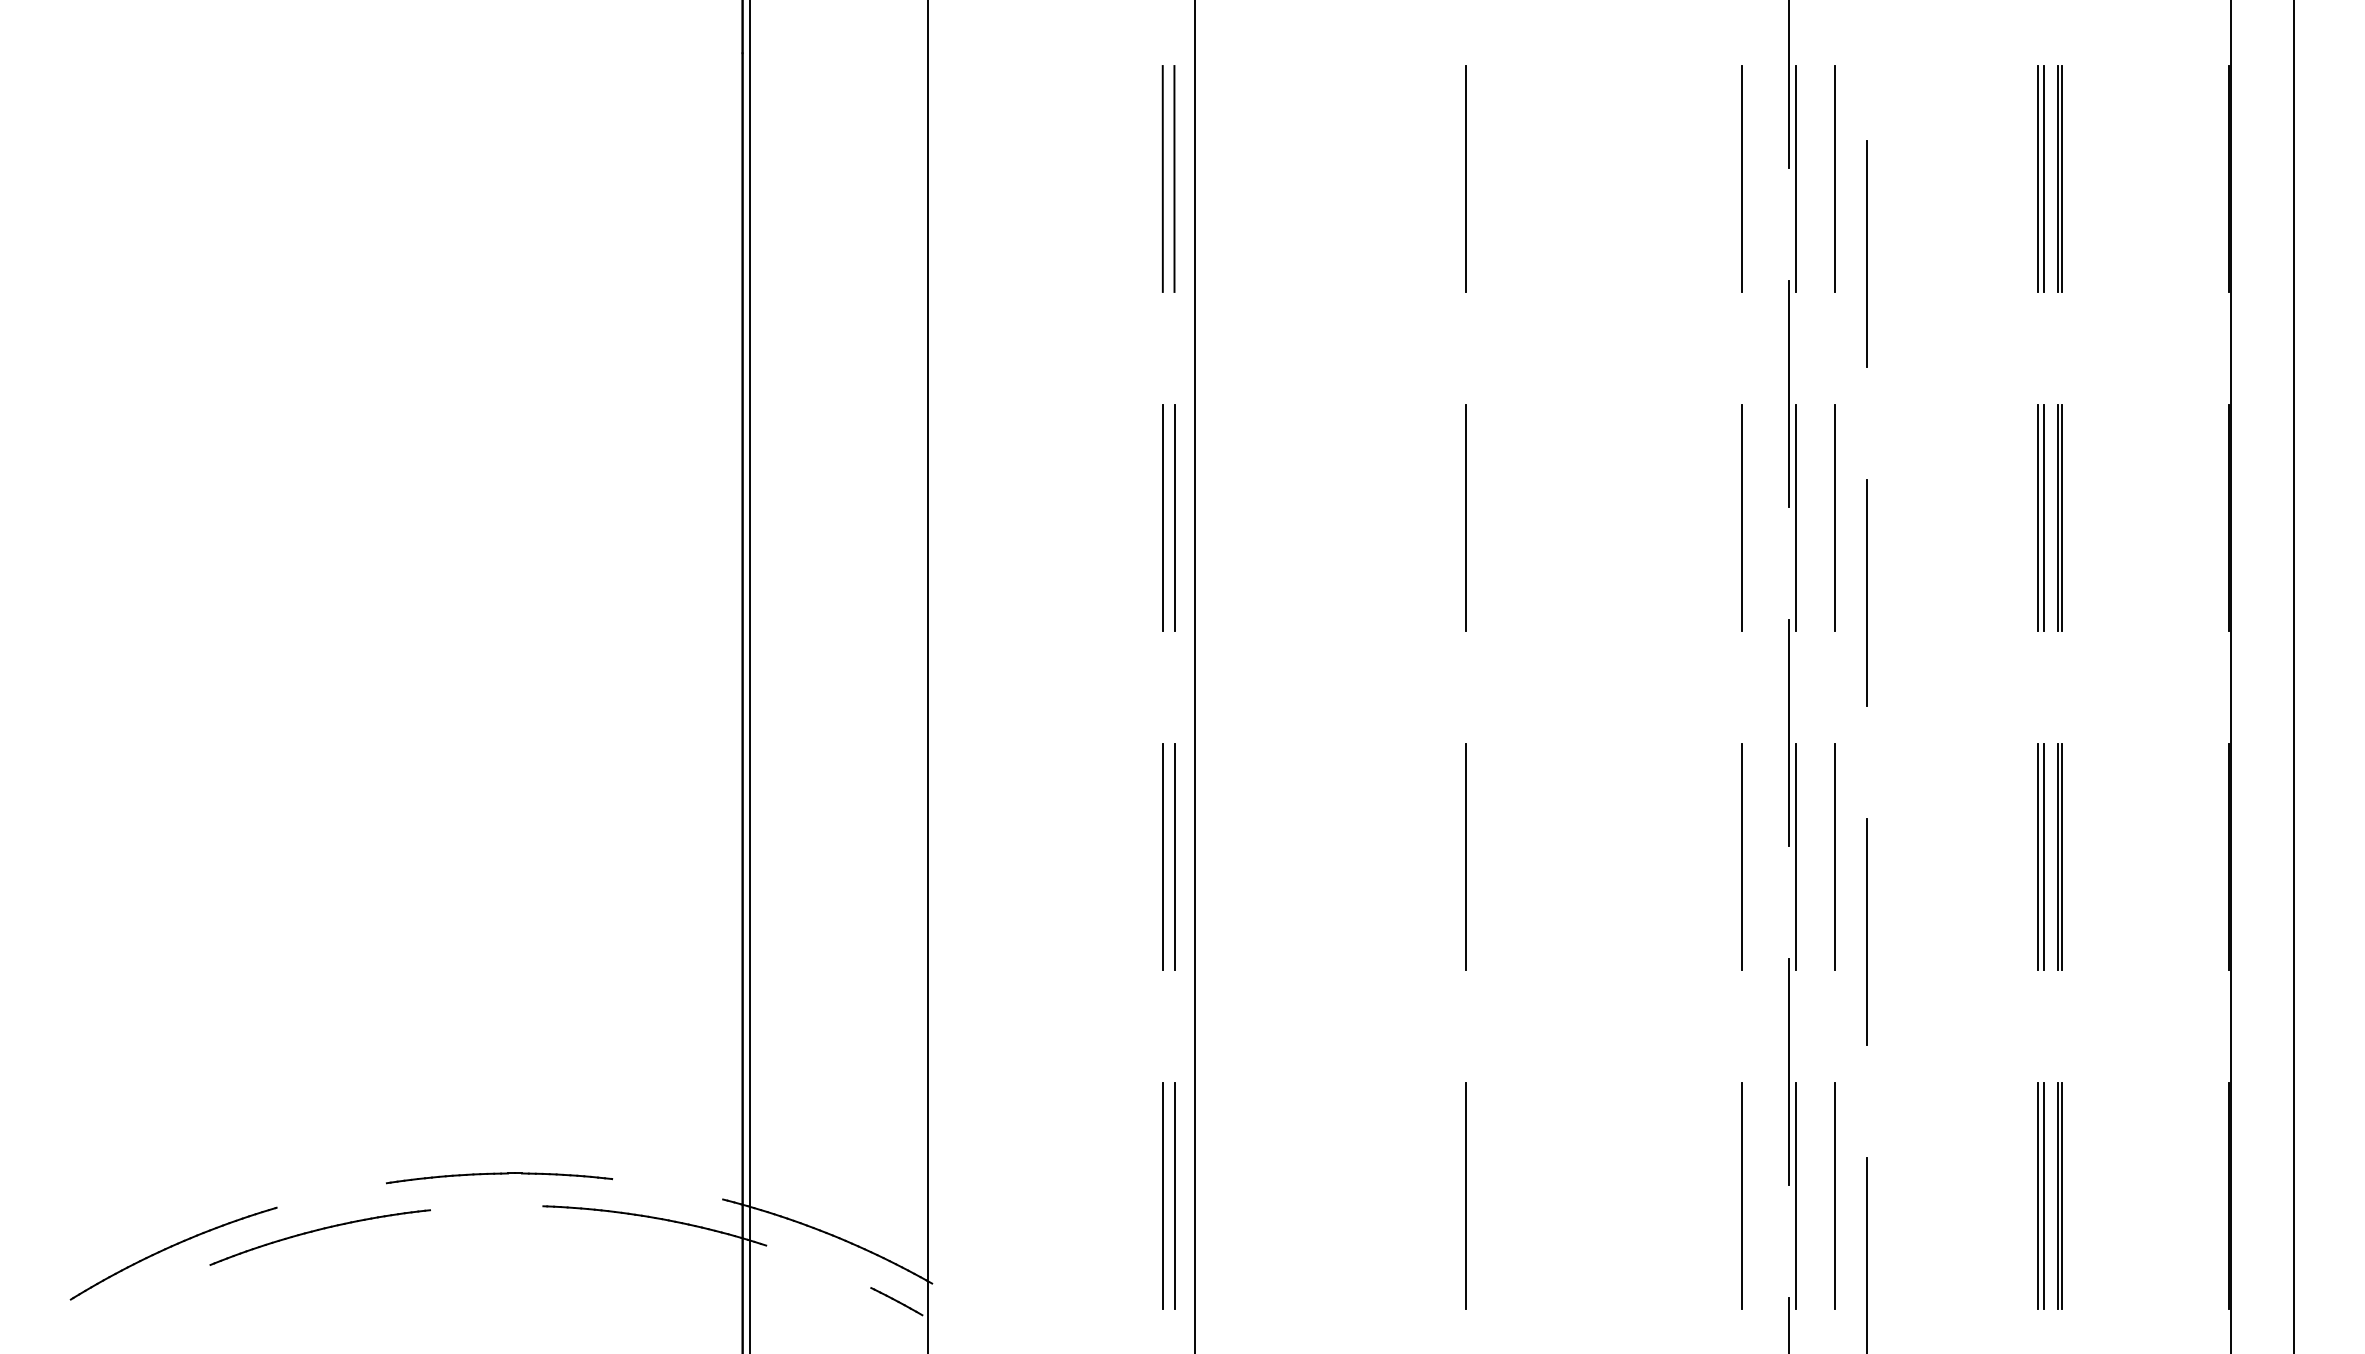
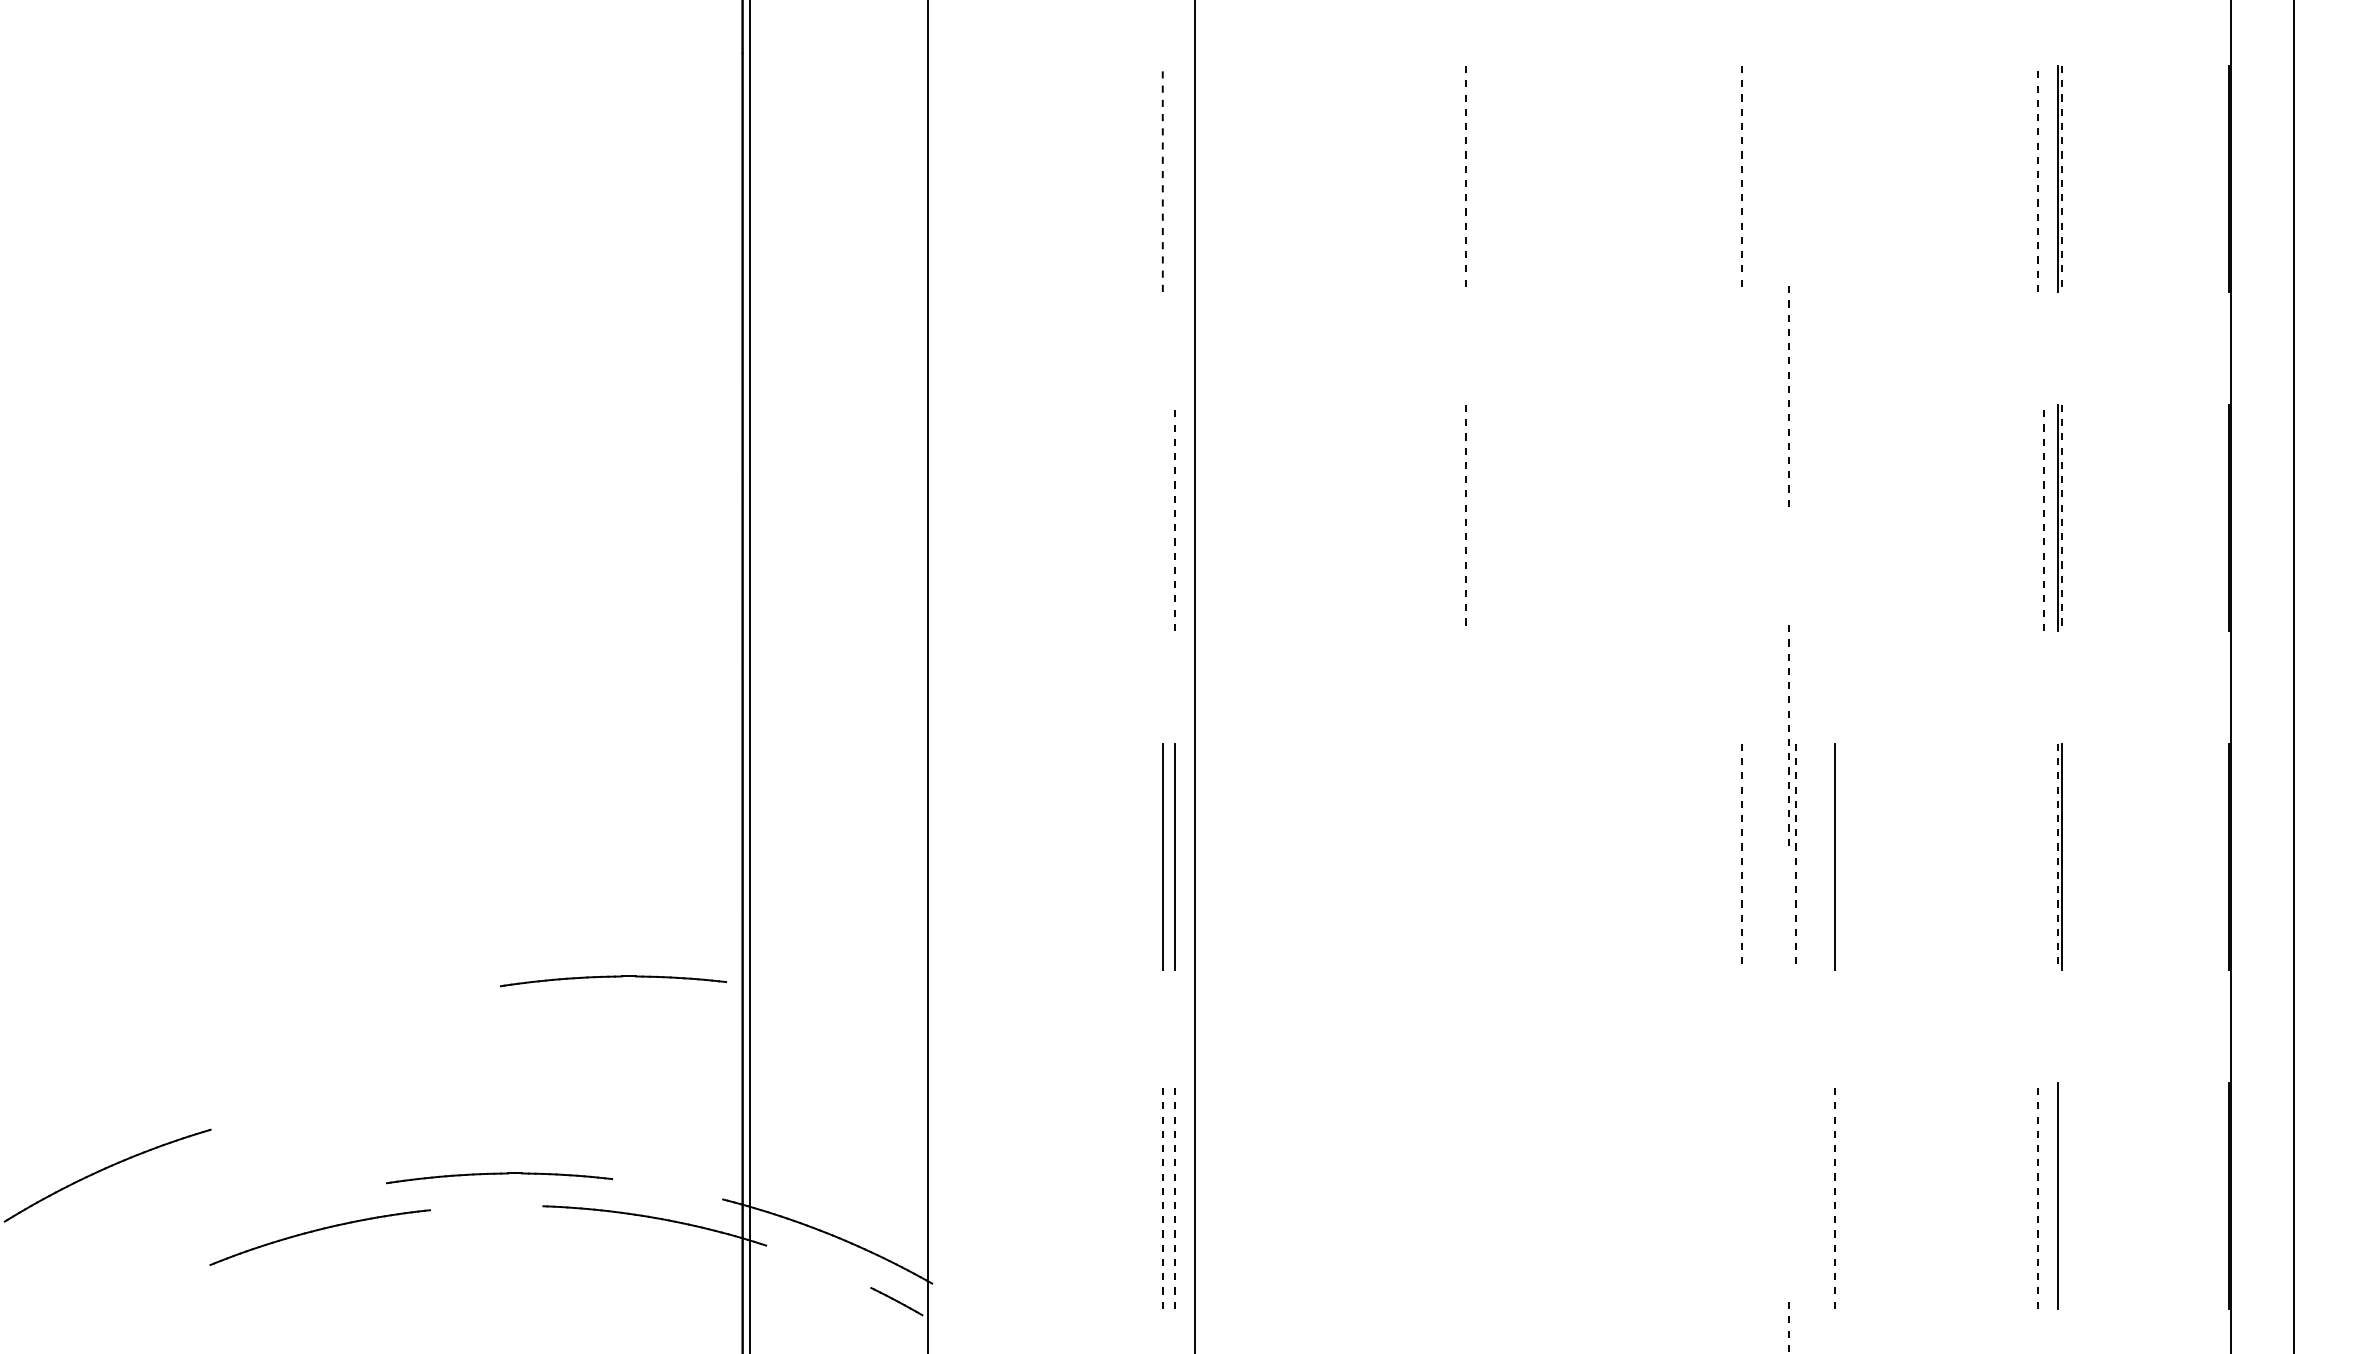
line at (1789, 84): present -> none
line at (1174, 178): present -> none
line at (1796, 178): present -> none
line at (1834, 178): present -> none
line at (2044, 178): present -> none
line at (1162, 179): solid -> dashed
line at (1466, 179): solid -> dashed
line at (1741, 179): solid -> dashed
line at (2038, 179): solid -> dashed
line at (2062, 179): solid -> dashed
line at (1867, 254): present -> none
line at (1789, 393): solid -> dashed
line at (1162, 517): present -> none
line at (1174, 517): solid -> dashed
line at (1466, 517): solid -> dashed
line at (1741, 517): present -> none
line at (1796, 517): present -> none
line at (1834, 517): present -> none
line at (2038, 517): present -> none
line at (2044, 517): solid -> dashed
line at (2062, 517): solid -> dashed
line at (1866, 592): present -> none
line at (1789, 732): solid -> dashed
line at (1466, 856): present -> none
line at (1741, 856): solid -> dashed
line at (1796, 856): solid -> dashed
line at (2038, 856): present -> none
line at (2044, 856): present -> none
line at (2057, 856): solid -> dashed
line at (1867, 932): present -> none
part at (613, 981): none -> present
line at (1789, 1071): present -> none
line at (1162, 1195): solid -> dashed
line at (1174, 1195): solid -> dashed
line at (1465, 1195): present -> none
line at (1741, 1195): present -> none
line at (1796, 1195): present -> none
line at (1834, 1195): solid -> dashed
line at (2038, 1195): solid -> dashed
line at (2044, 1195): present -> none
line at (2062, 1195): present -> none
part at (172, 1247) position: (172, 1247) -> (106, 1169)
line at (1867, 1253): present -> none
line at (1789, 1325): solid -> dashed
